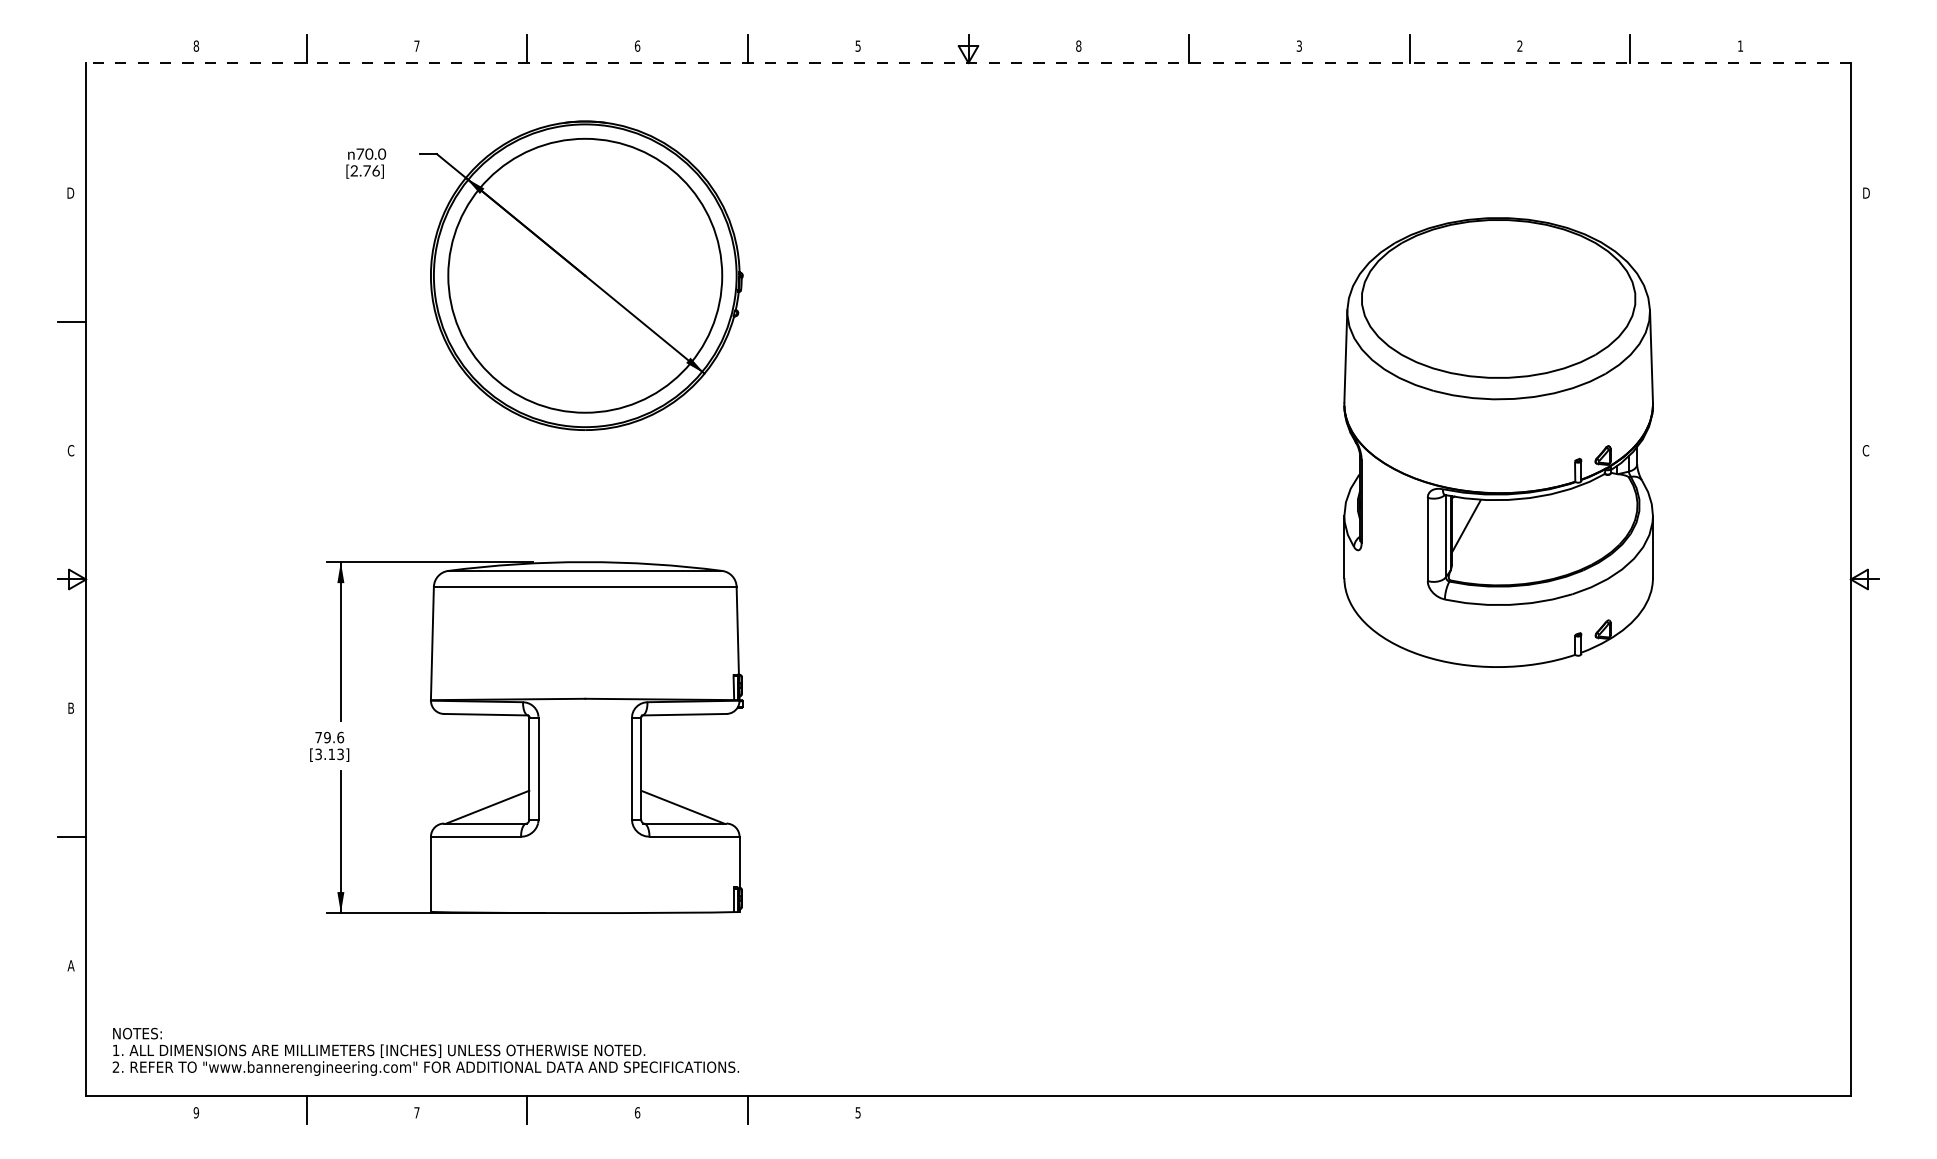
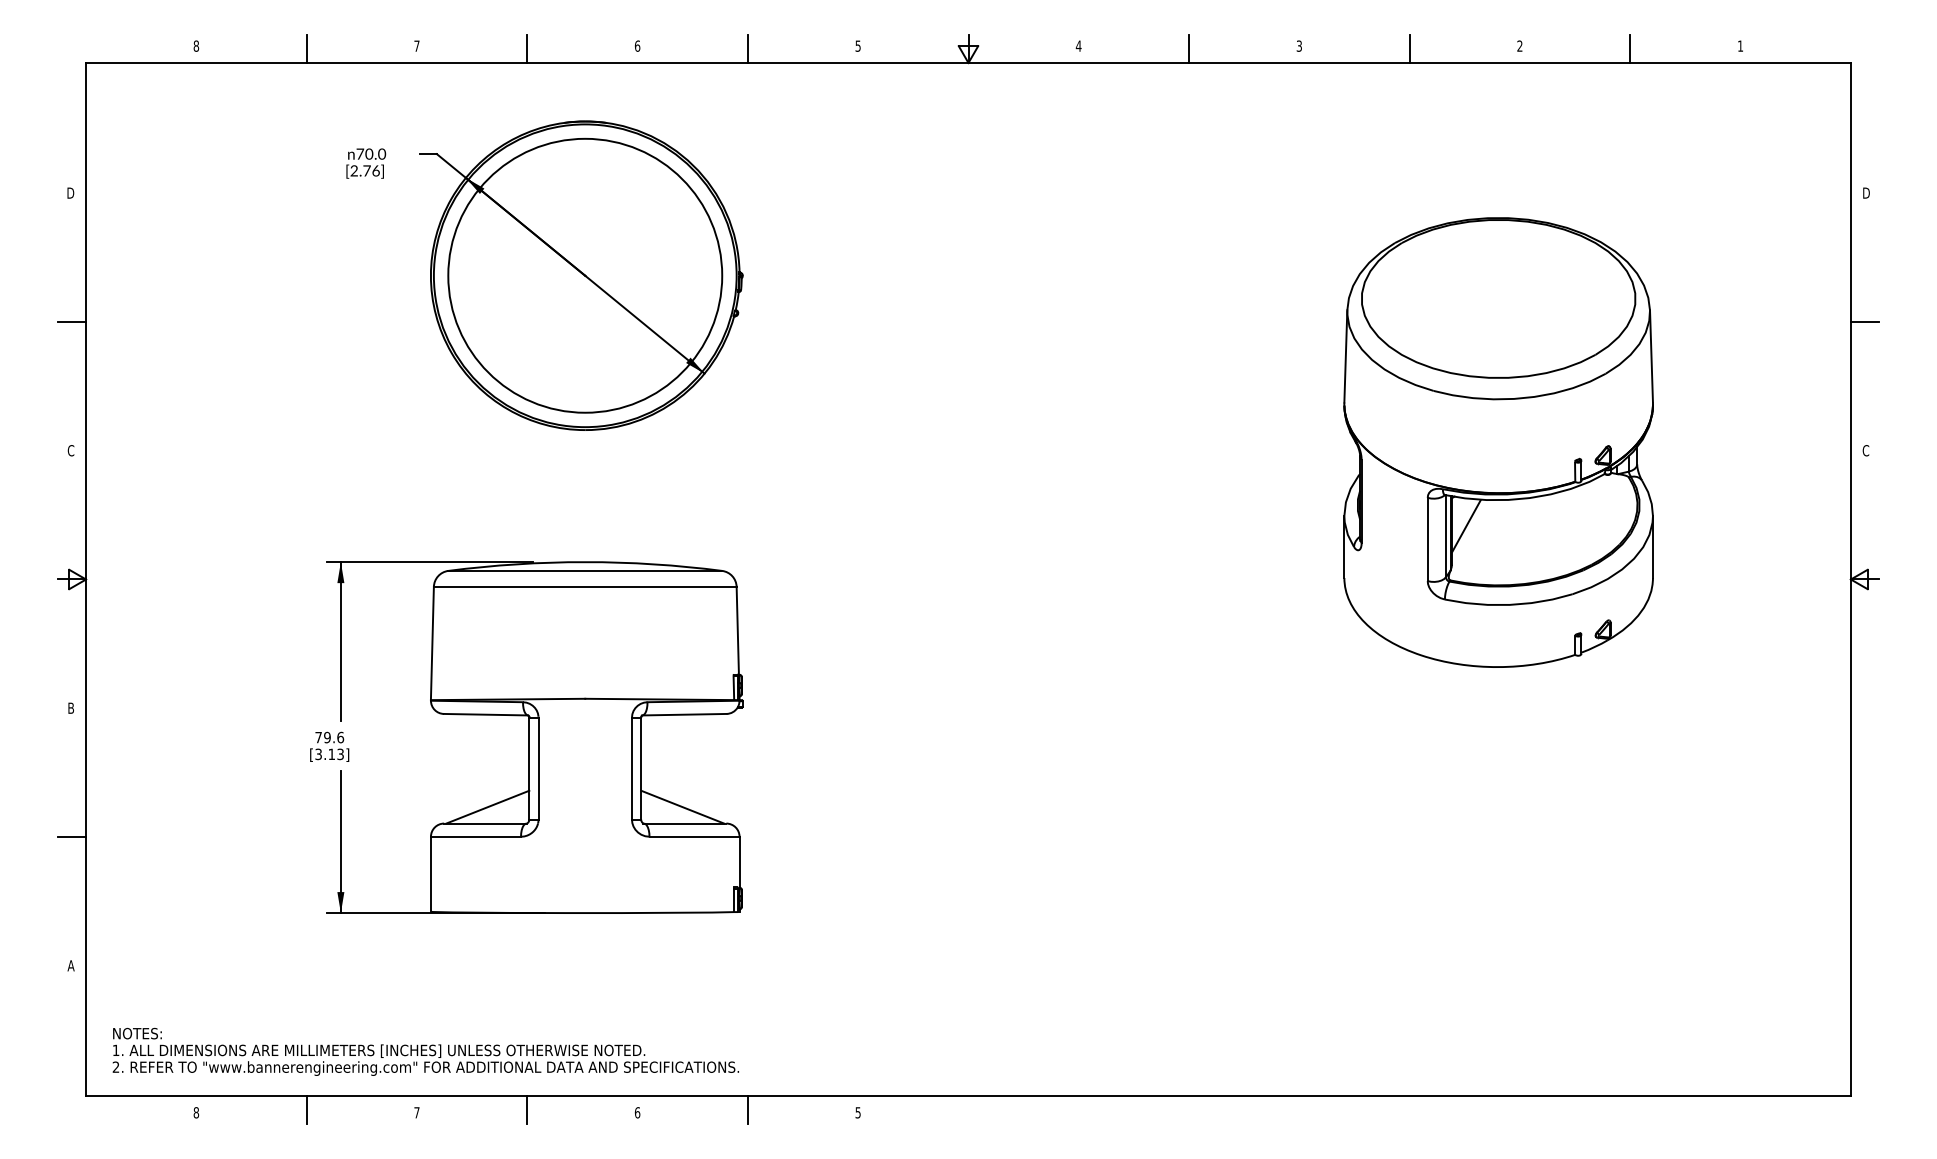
text at (1078, 45): 8 -> 4
line at (968, 62): dashed -> solid
line at (1864, 321): none -> present
text at (196, 1112): 9 -> 8
